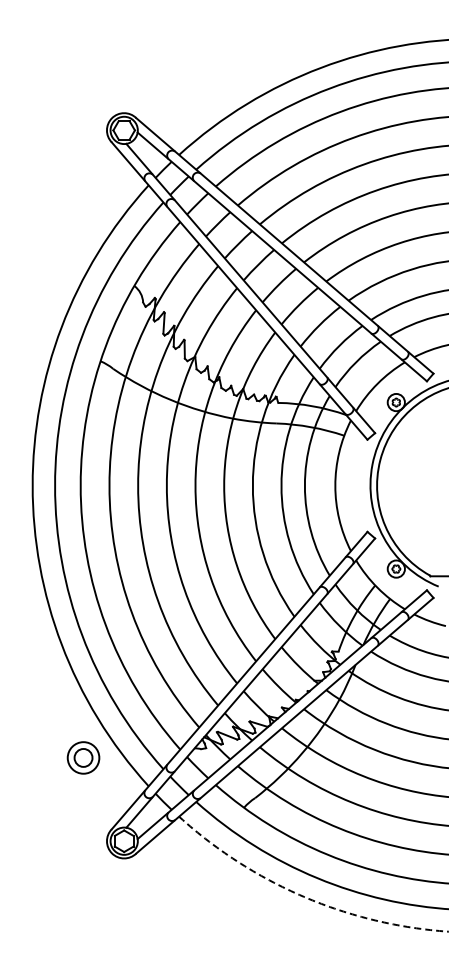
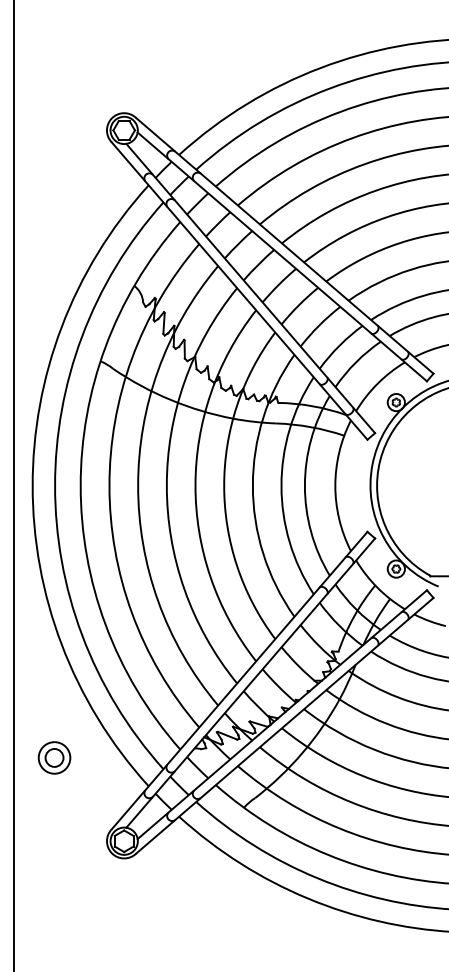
line at (13, 485): none -> present
part at (83, 757) position: (83, 757) -> (54, 757)
arc at (303, 896): dashed -> solid
